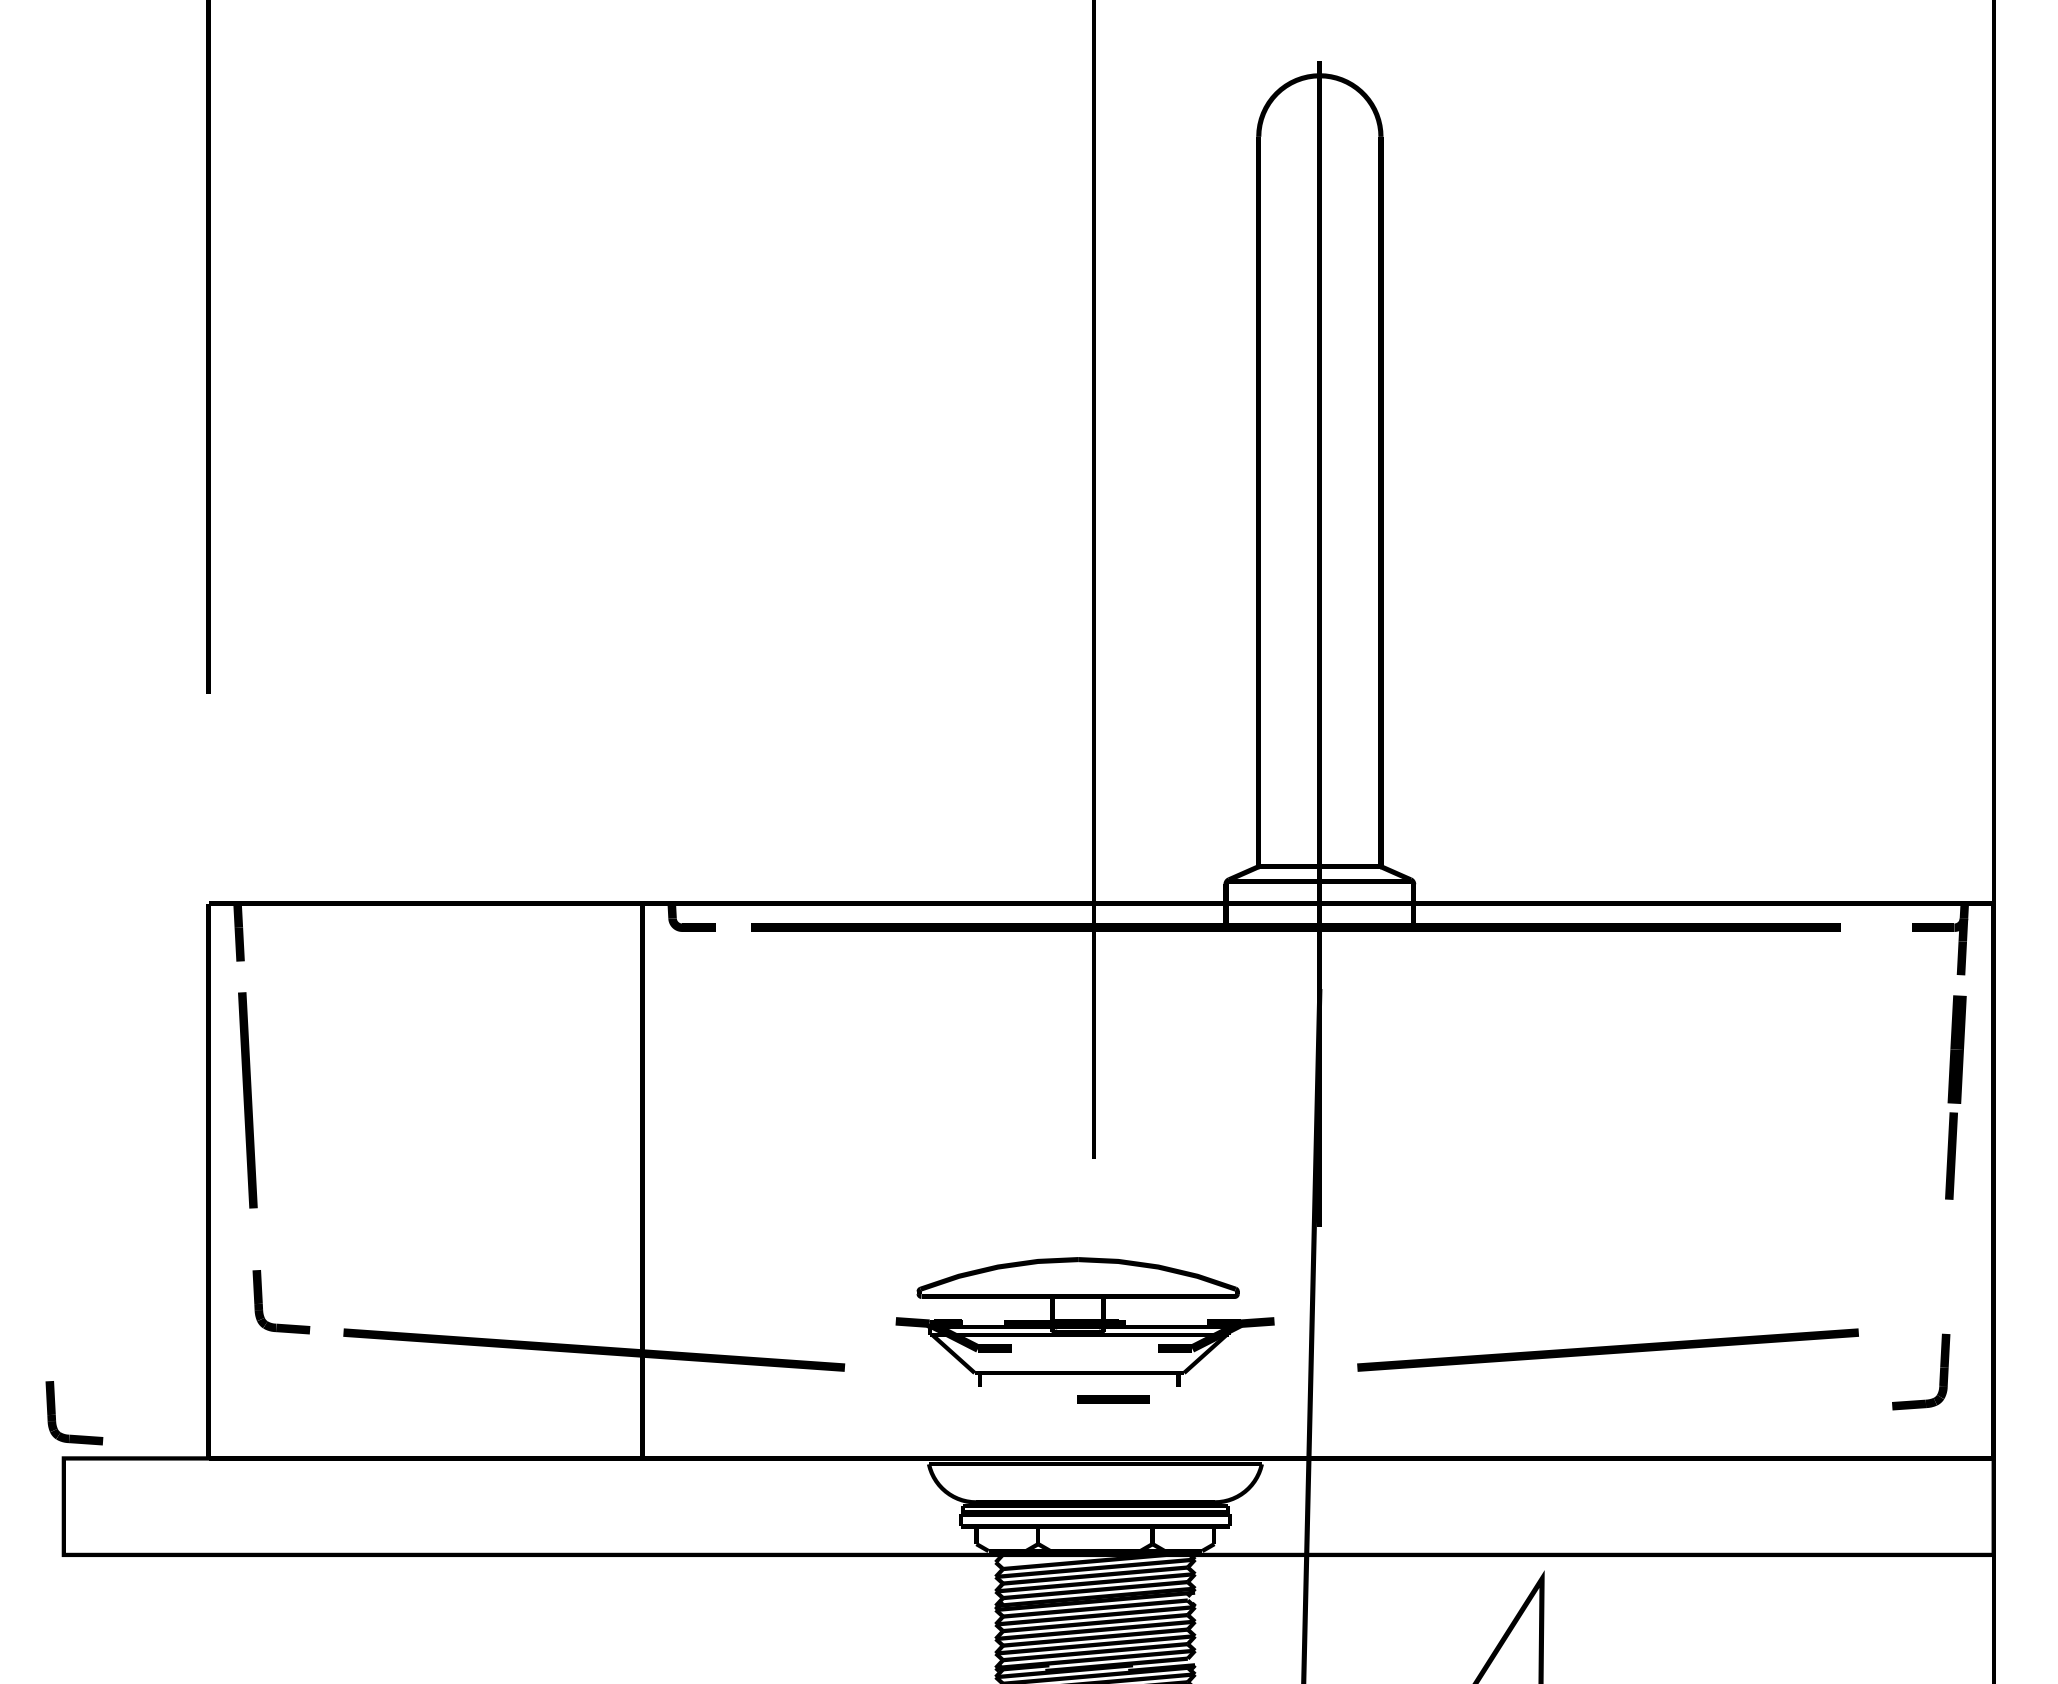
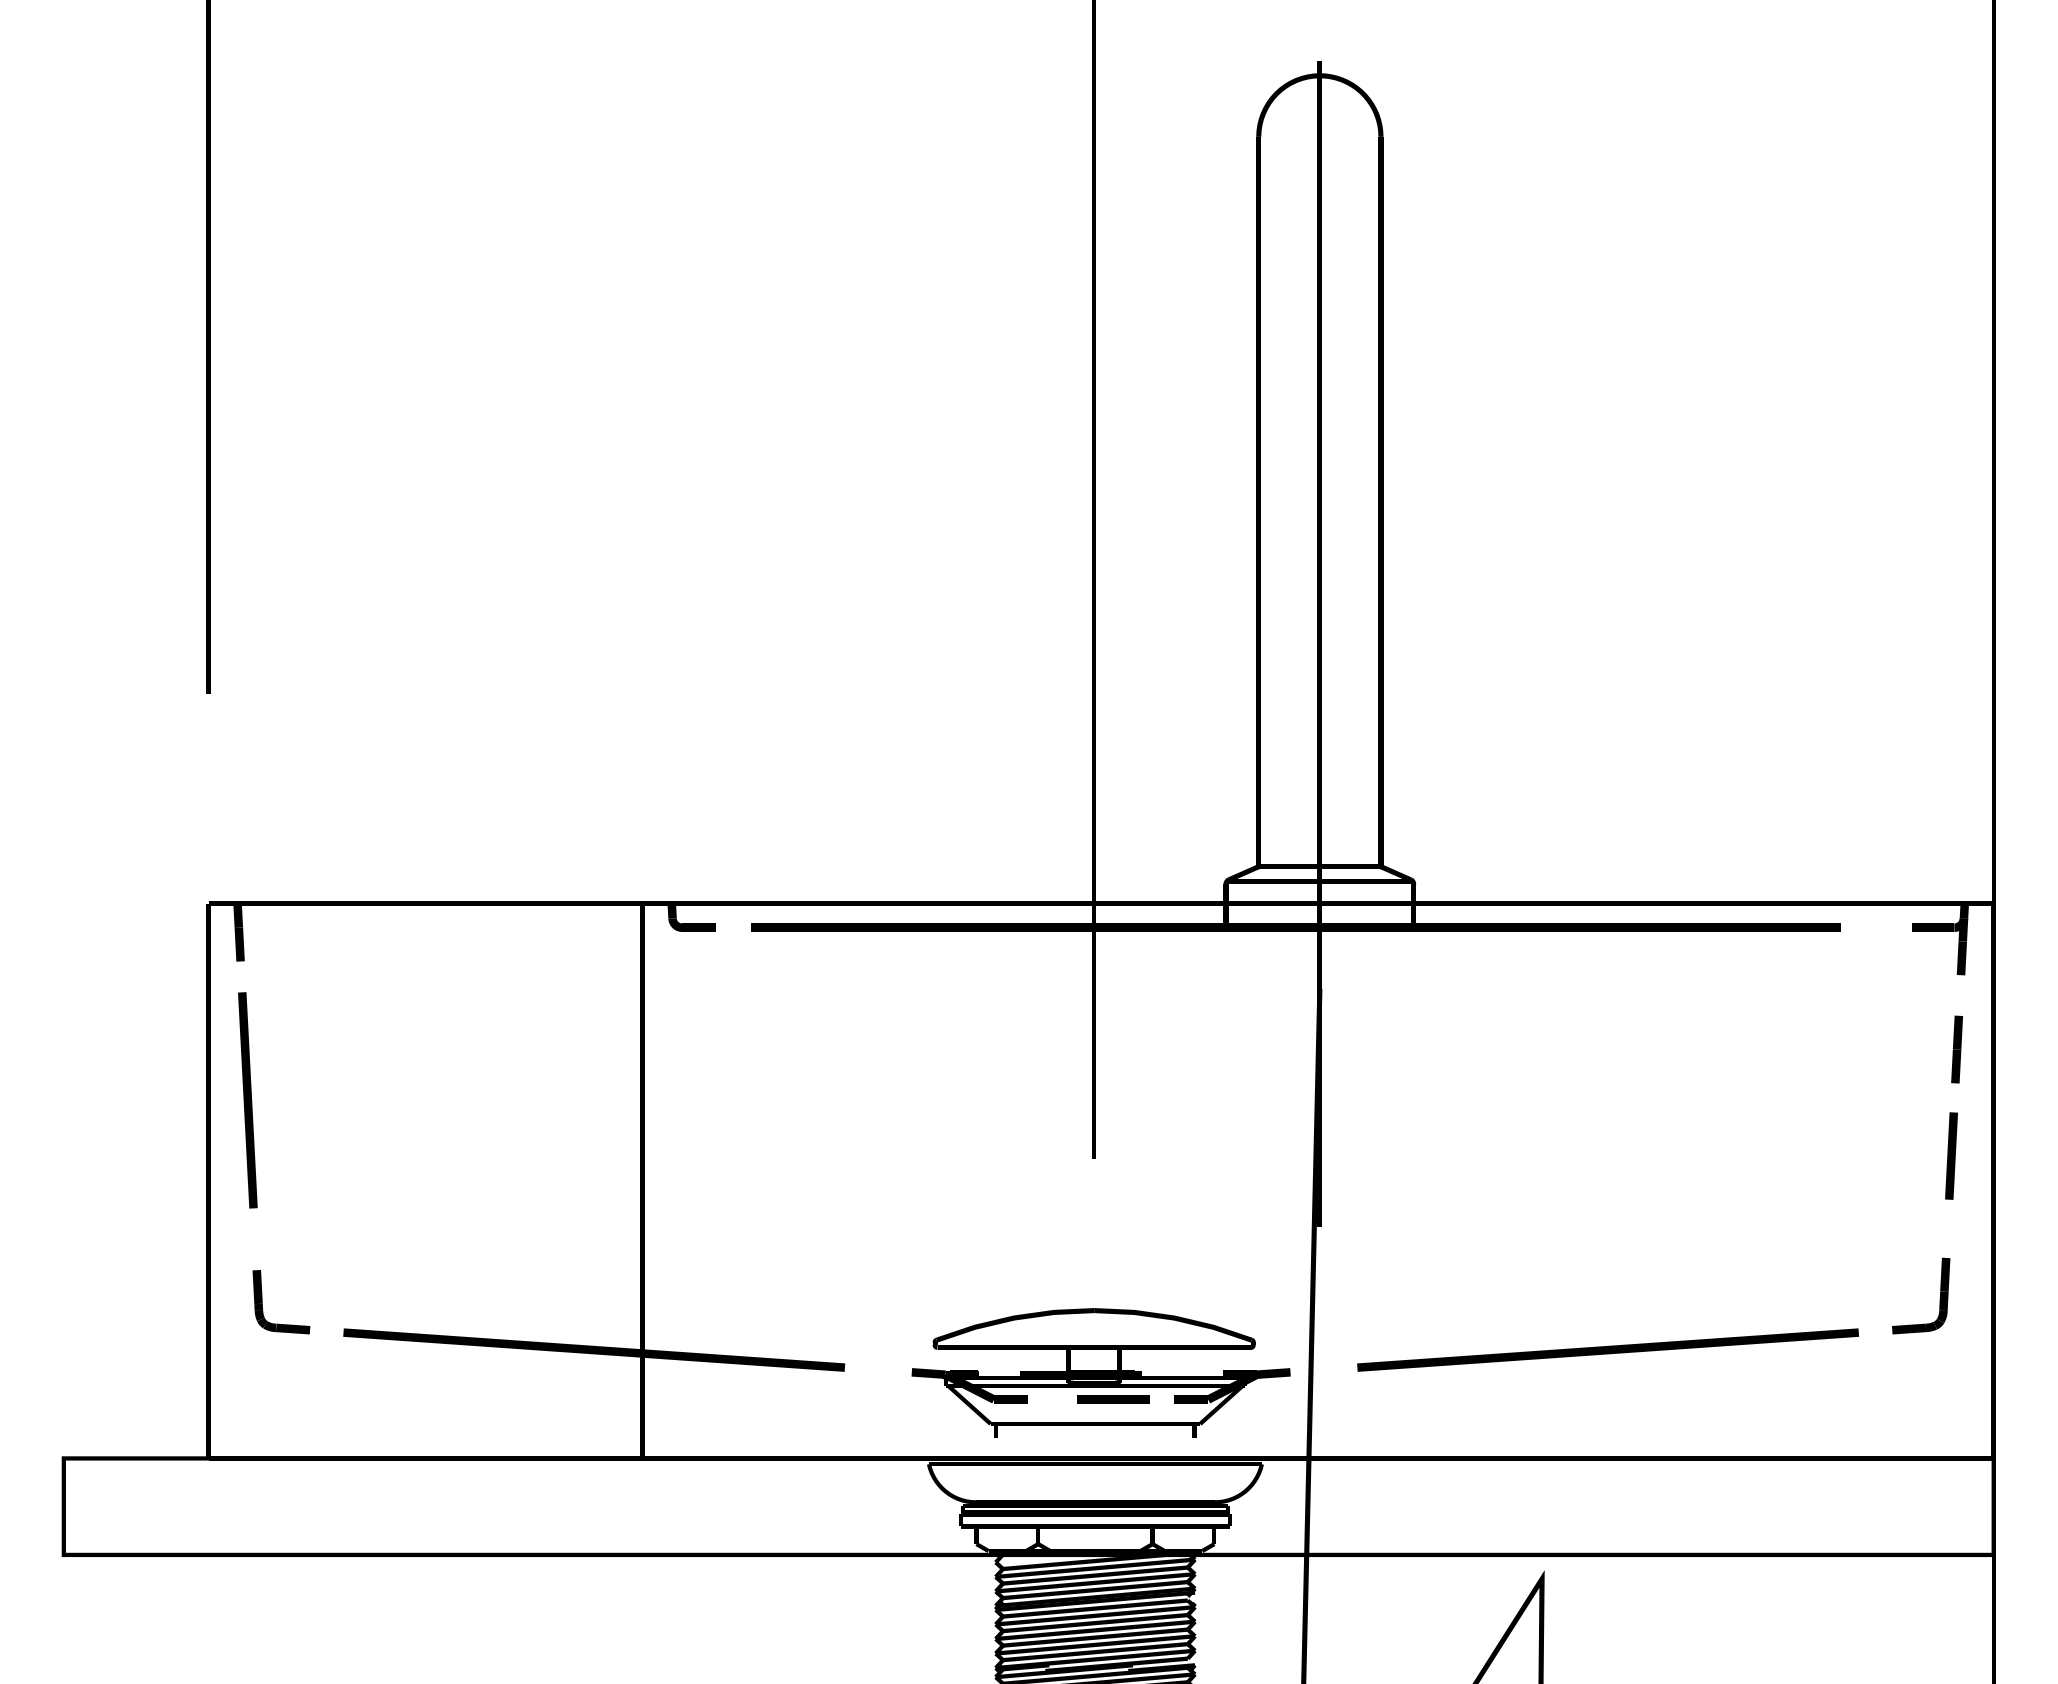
part at (1956, 1049) size: 20x109 px -> 12x69 px
part at (1084, 1321) position: (1084, 1321) -> (1100, 1372)
part at (1939, 1373) position: (1939, 1373) -> (1939, 1297)
part at (55, 1413): present -> none
